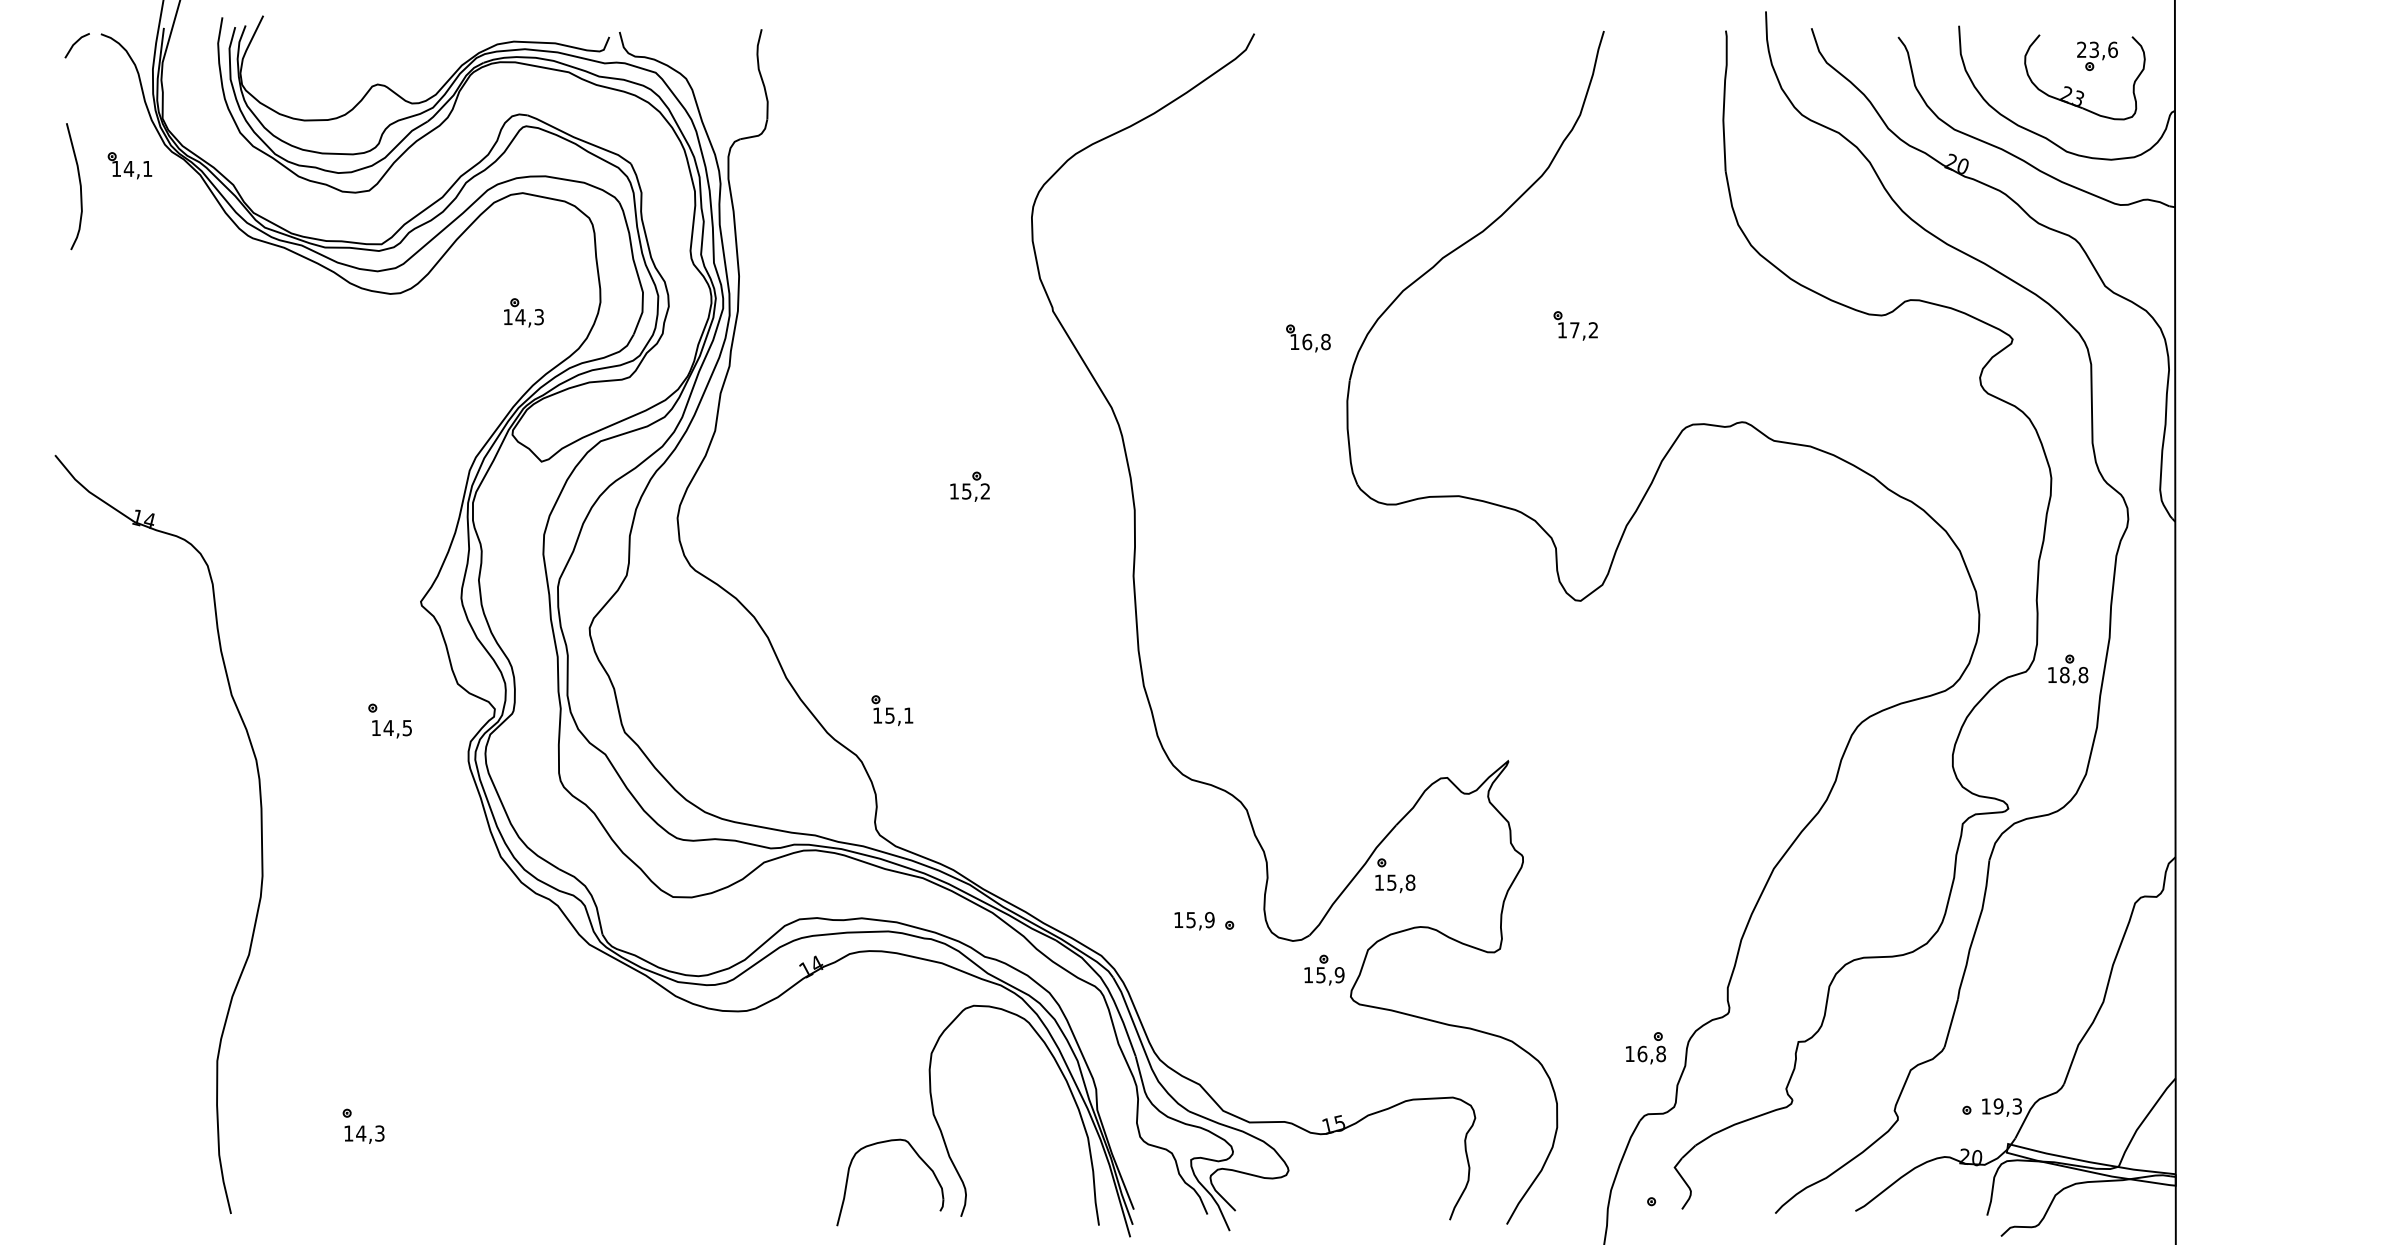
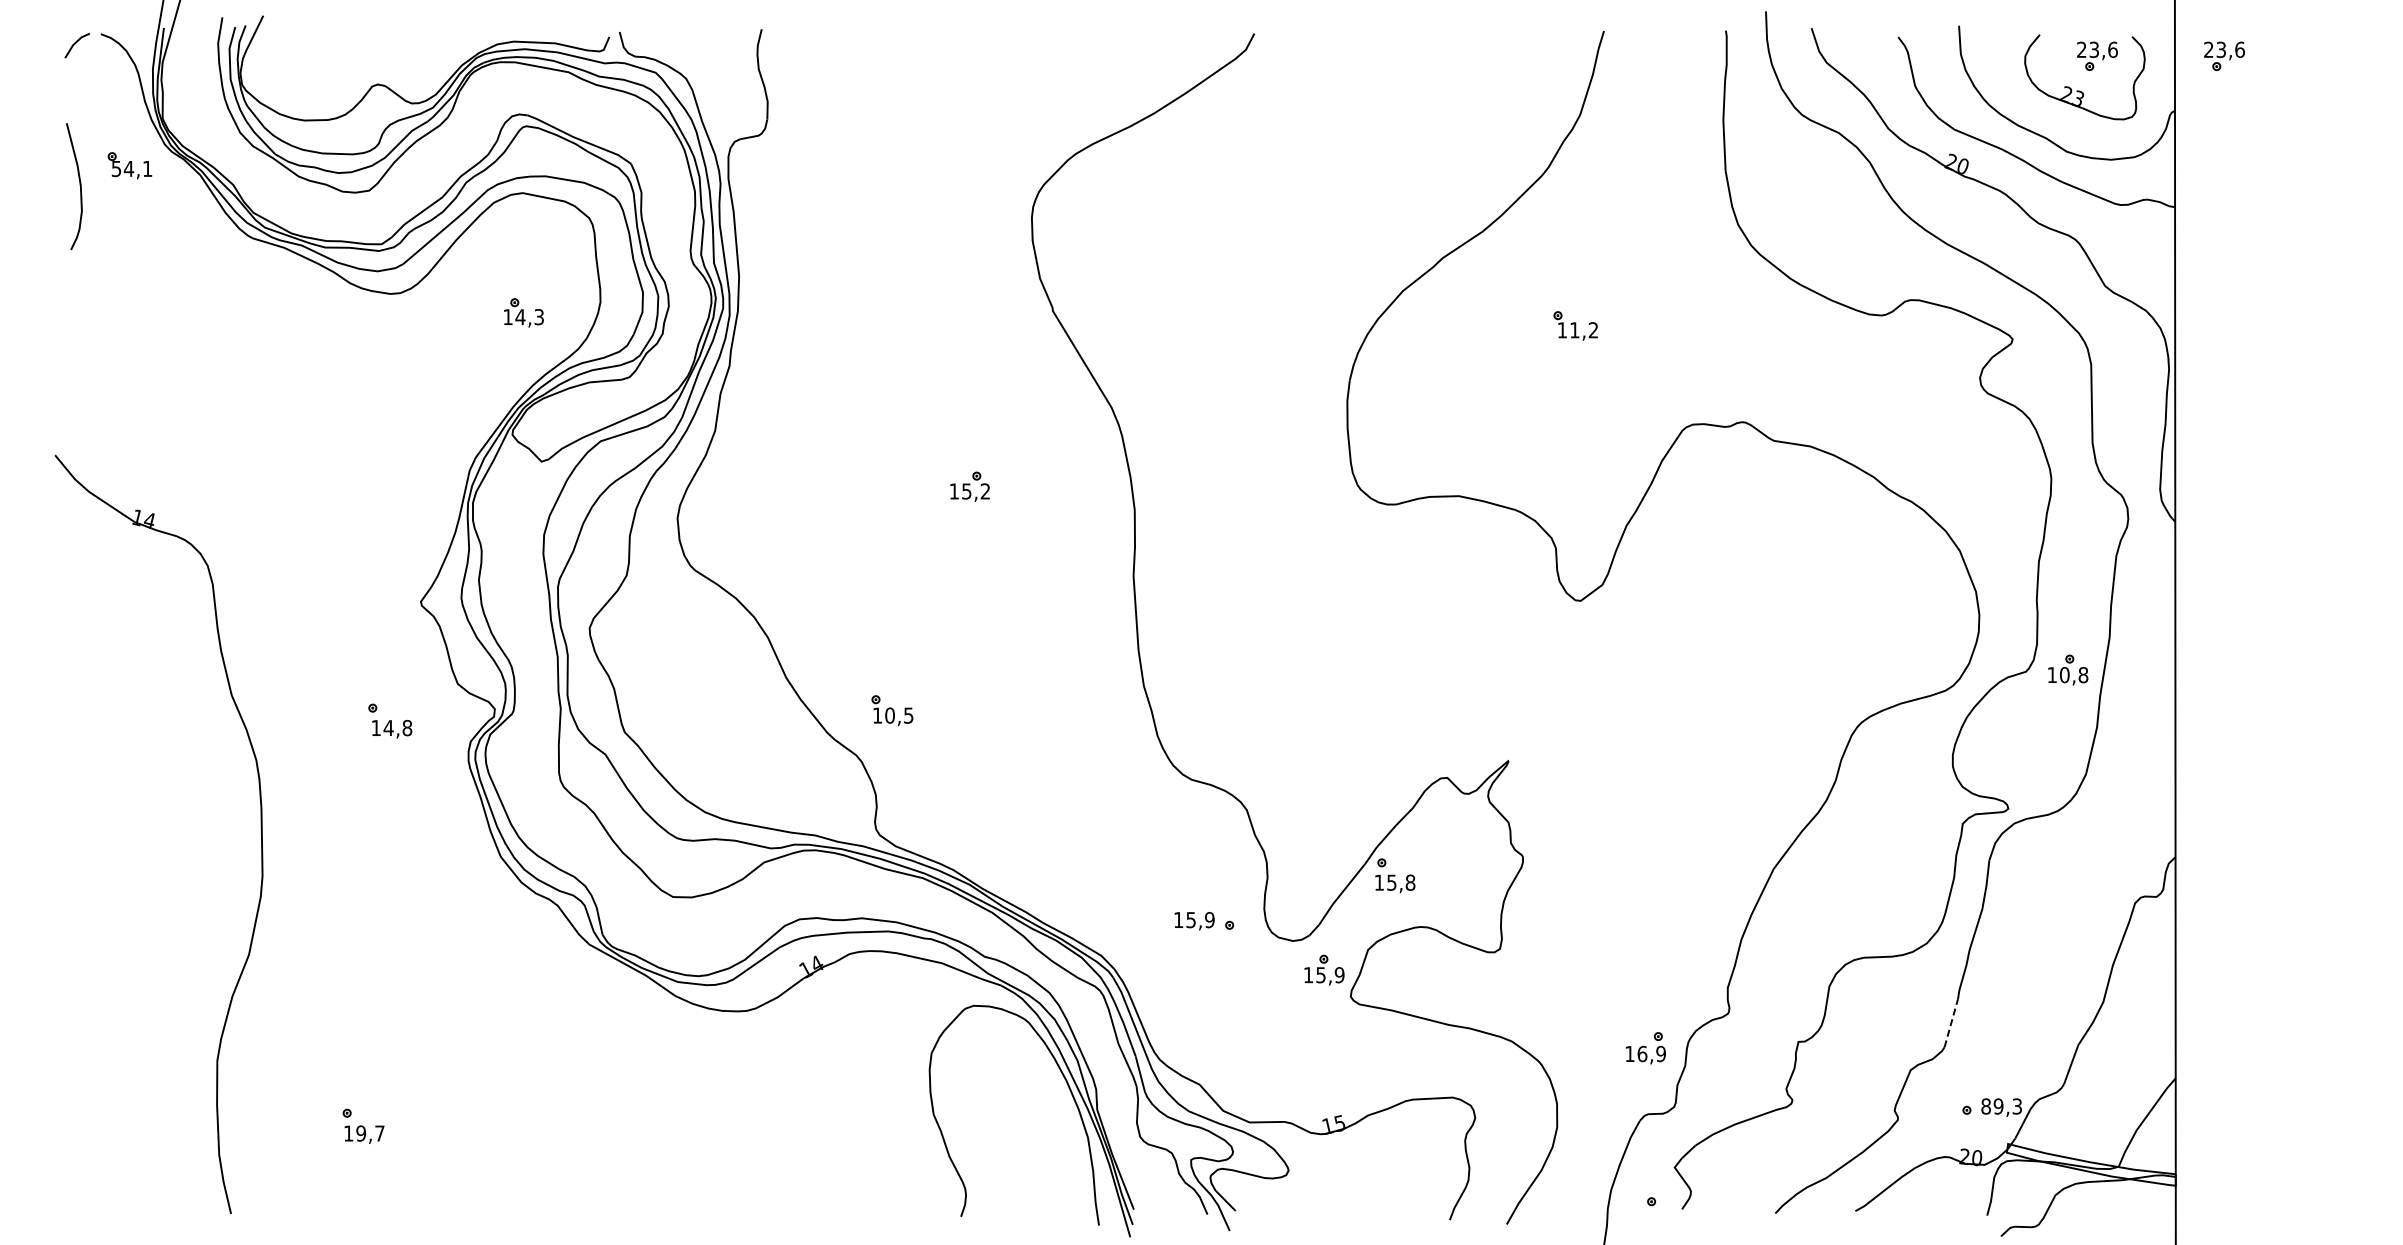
part at (2224, 55): none -> present
text at (115, 169): 14,1 -> 54,1
text at (1574, 330): 17,2 -> 11,2
part at (1308, 338): present -> none
text at (2064, 674): 18,8 -> 10,8
text at (899, 715): 15,1 -> 10,5
text at (407, 727): 14,5 -> 14,8
line at (1951, 1023): solid -> dashed
text at (1660, 1054): 16,8 -> 16,9
text at (1985, 1106): 19,3 -> 89,3
text at (370, 1133): 14,3 -> 19,7
part at (918, 1157): present -> none
